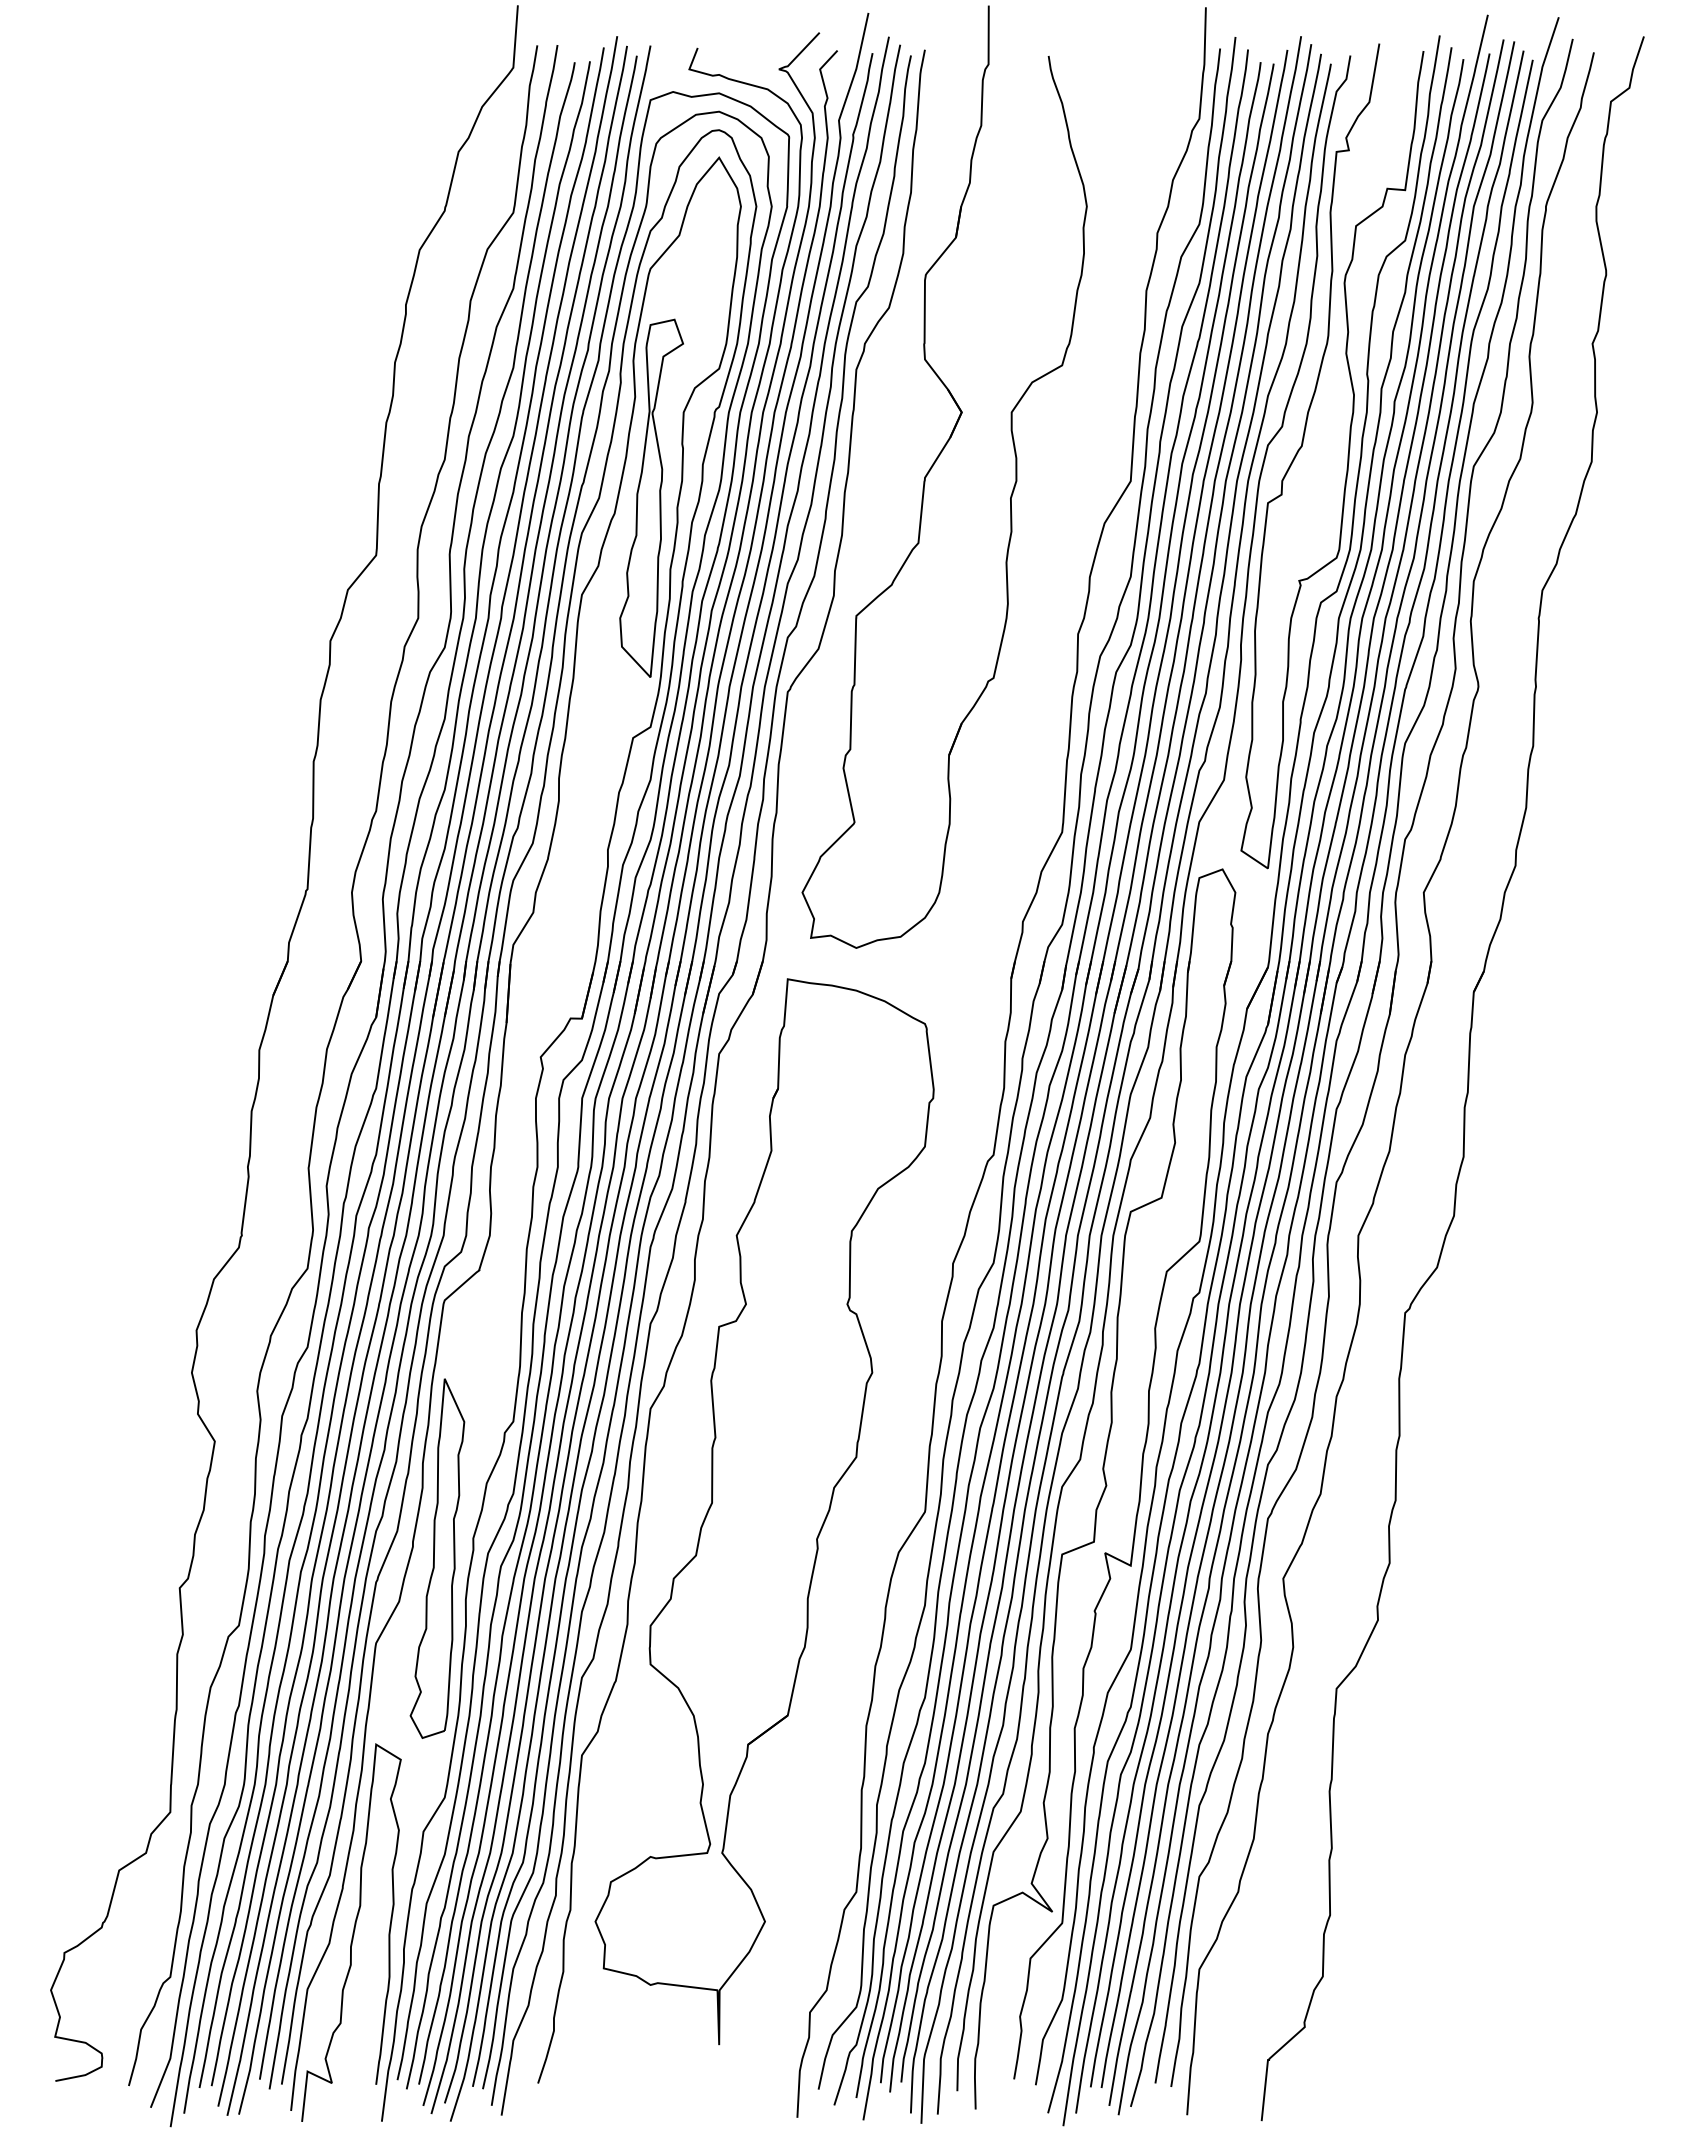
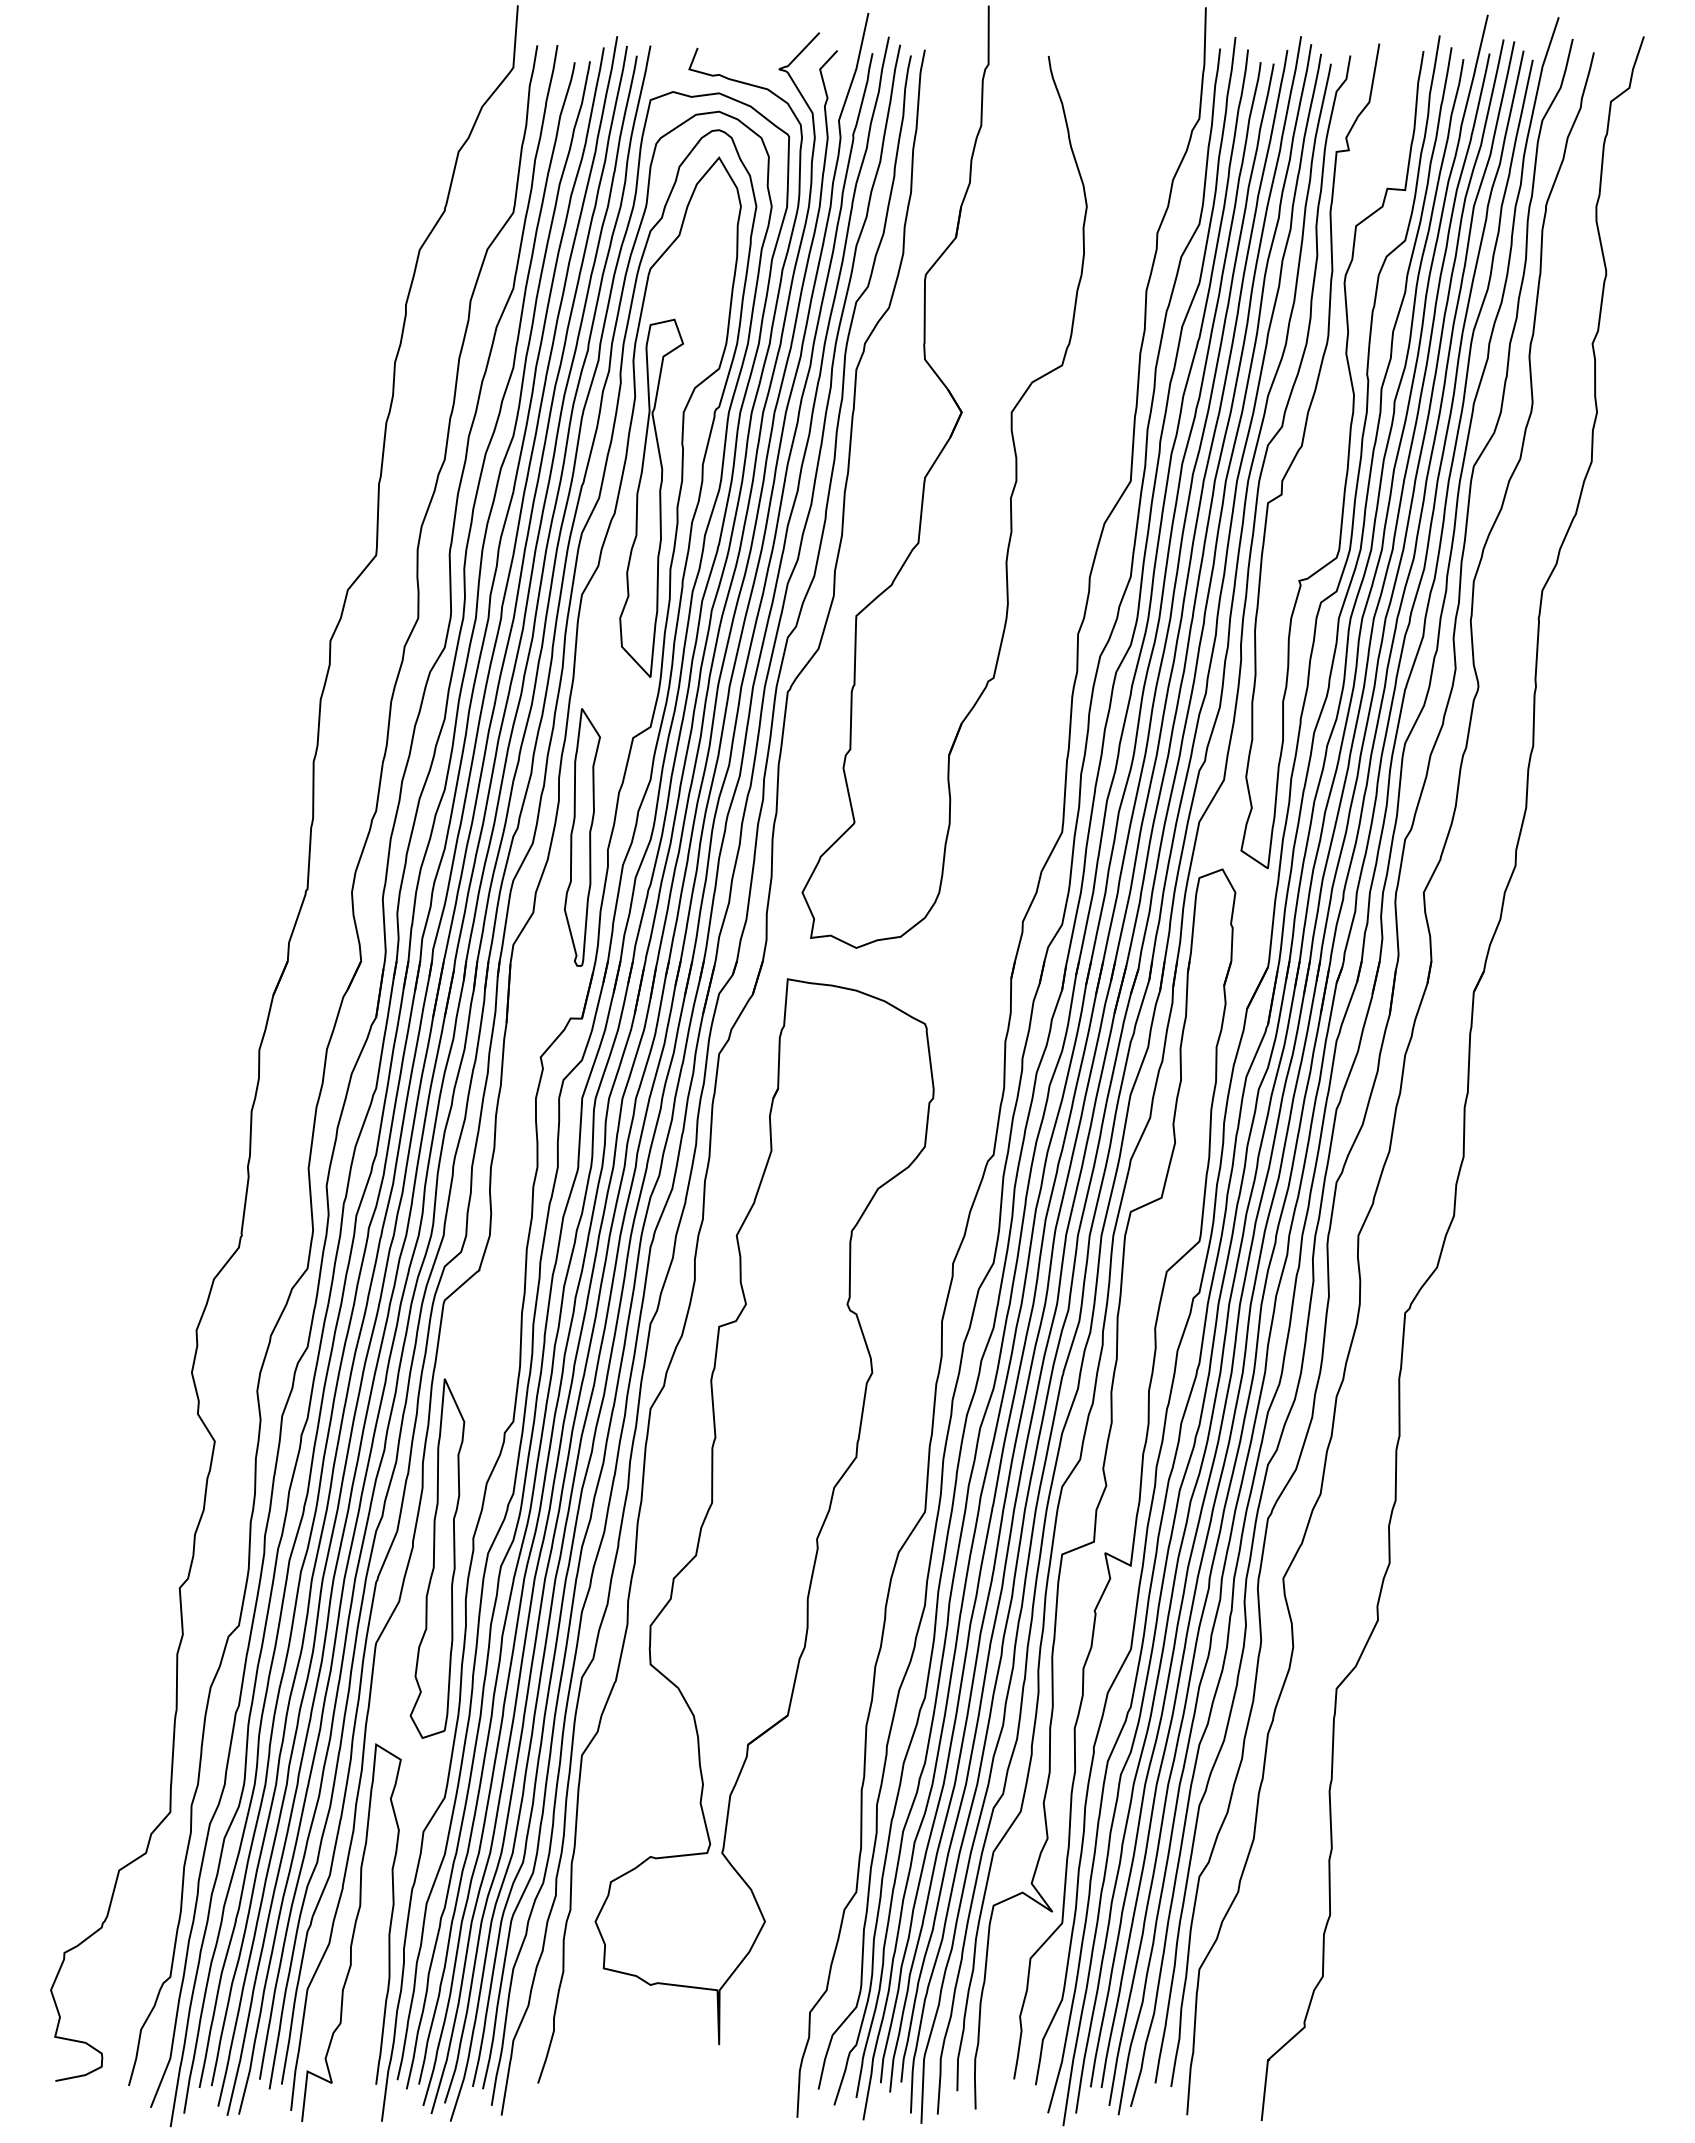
part at (582, 837): none -> present
